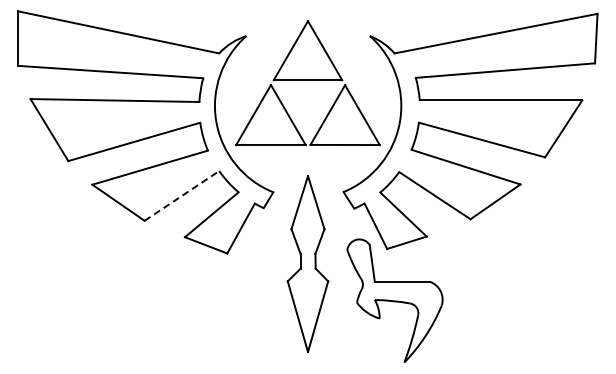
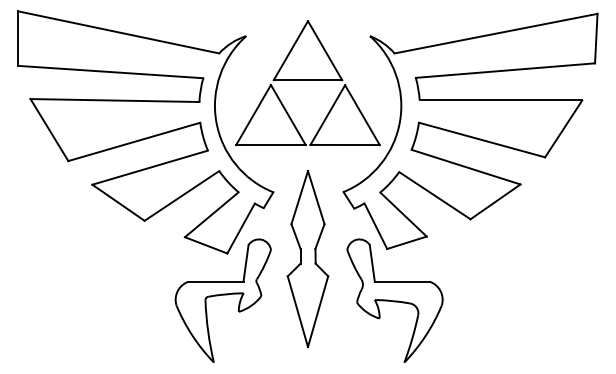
line at (181, 195): dashed -> solid
part at (307, 264) position: (307, 264) -> (307, 259)
part at (222, 300): none -> present
